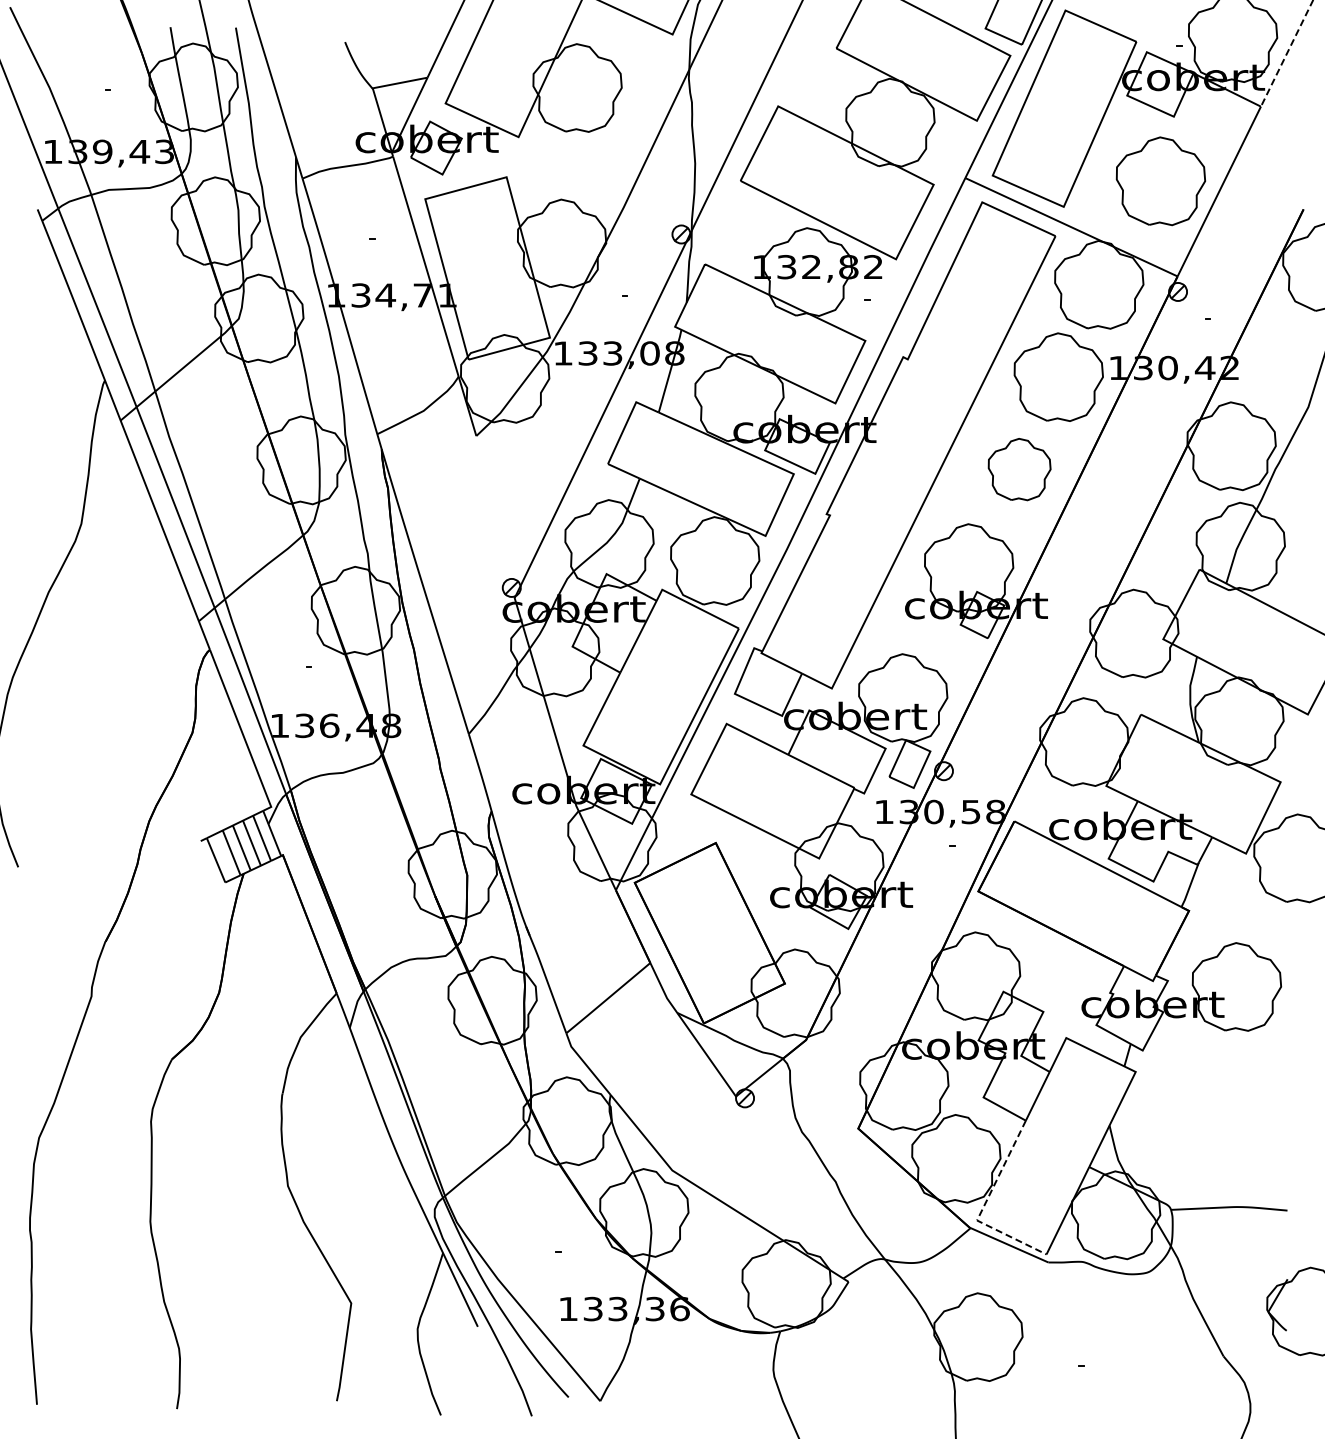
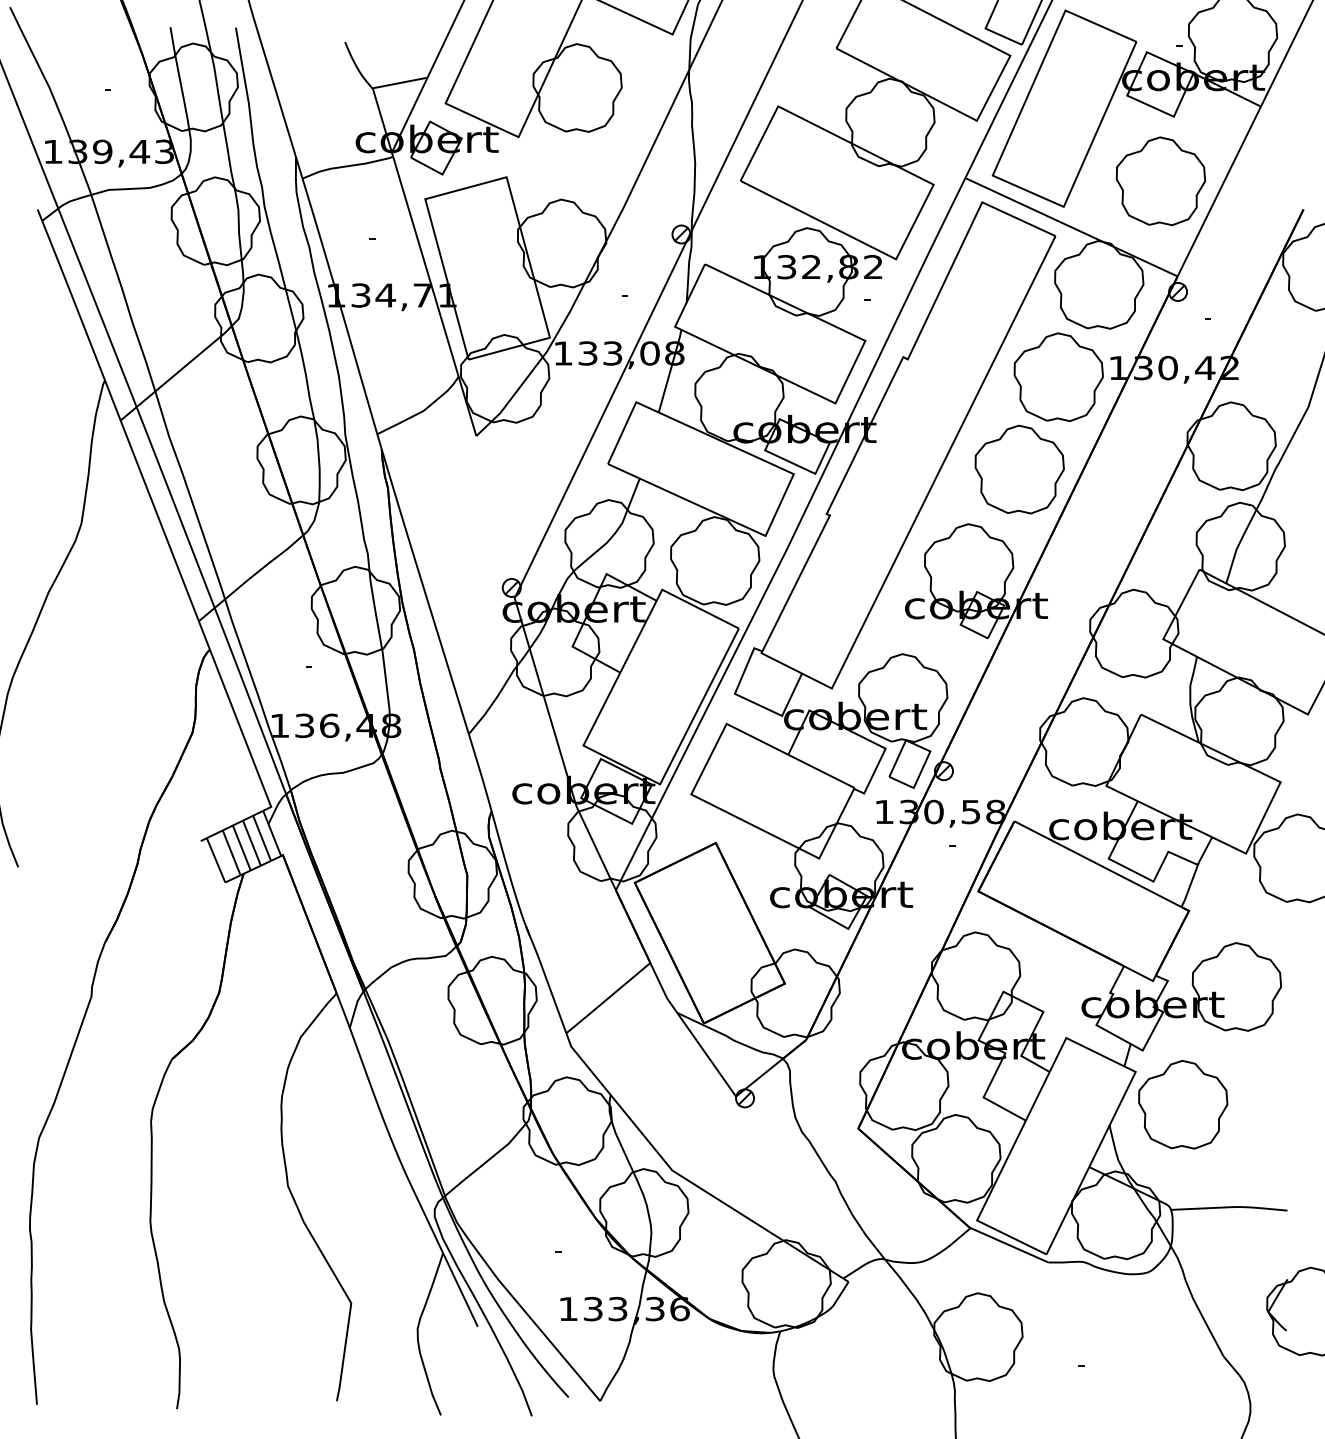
line at (1286, 53): dashed -> solid
part at (1019, 469) size: 65x64 px -> 91x91 px
part at (1183, 1104): none -> present
line at (984, 1206): dashed -> solid
